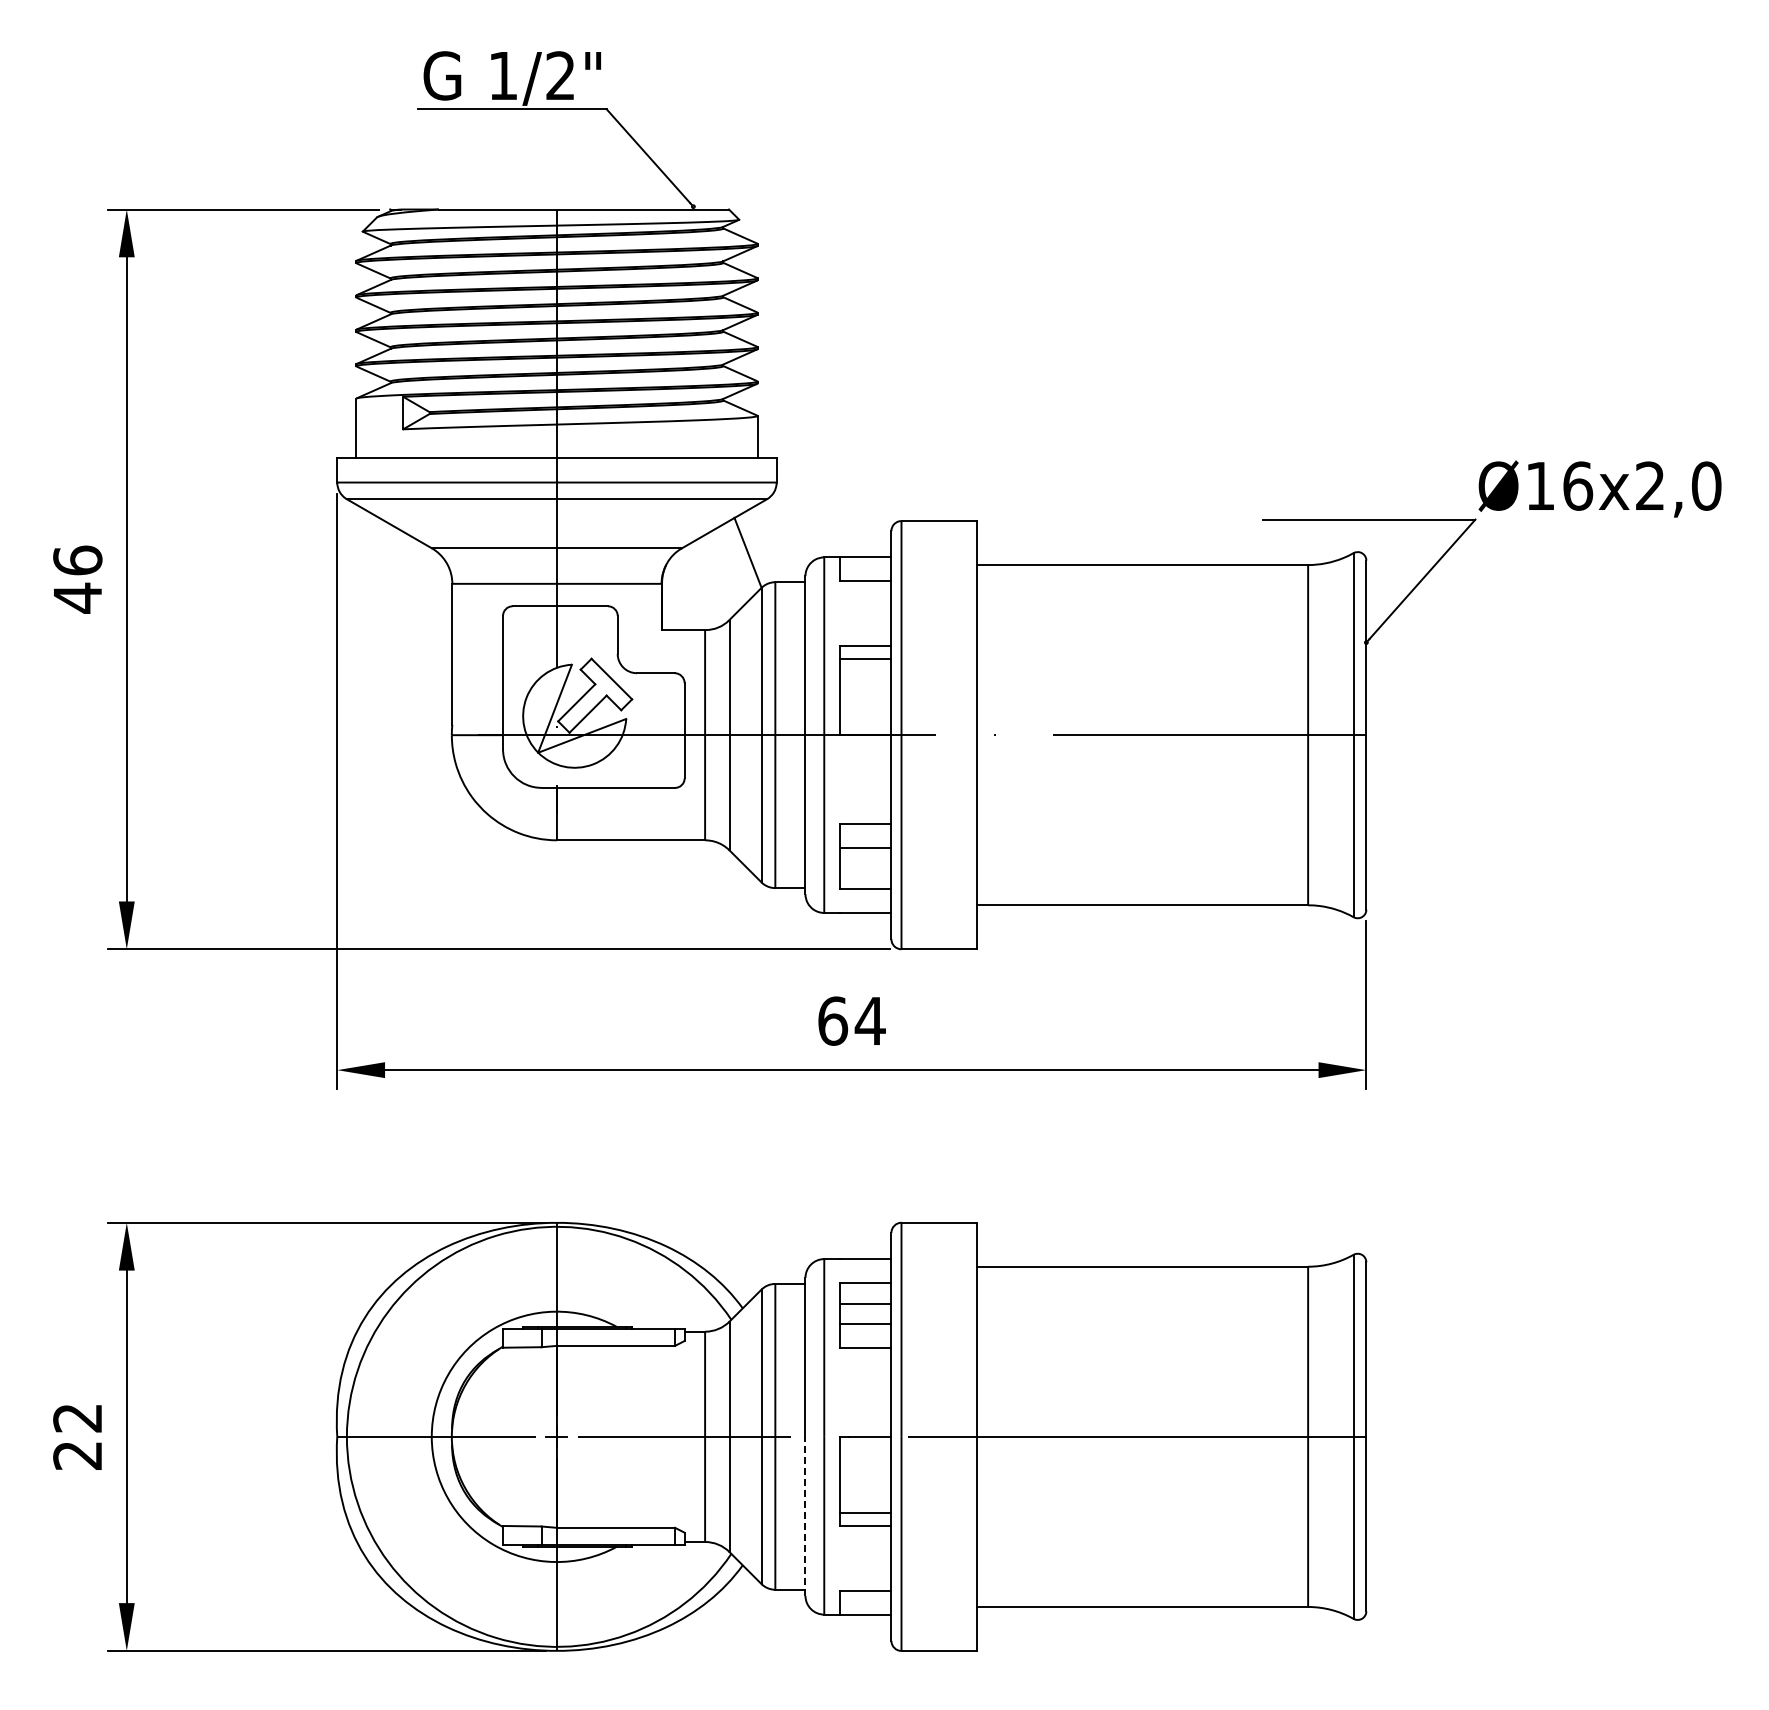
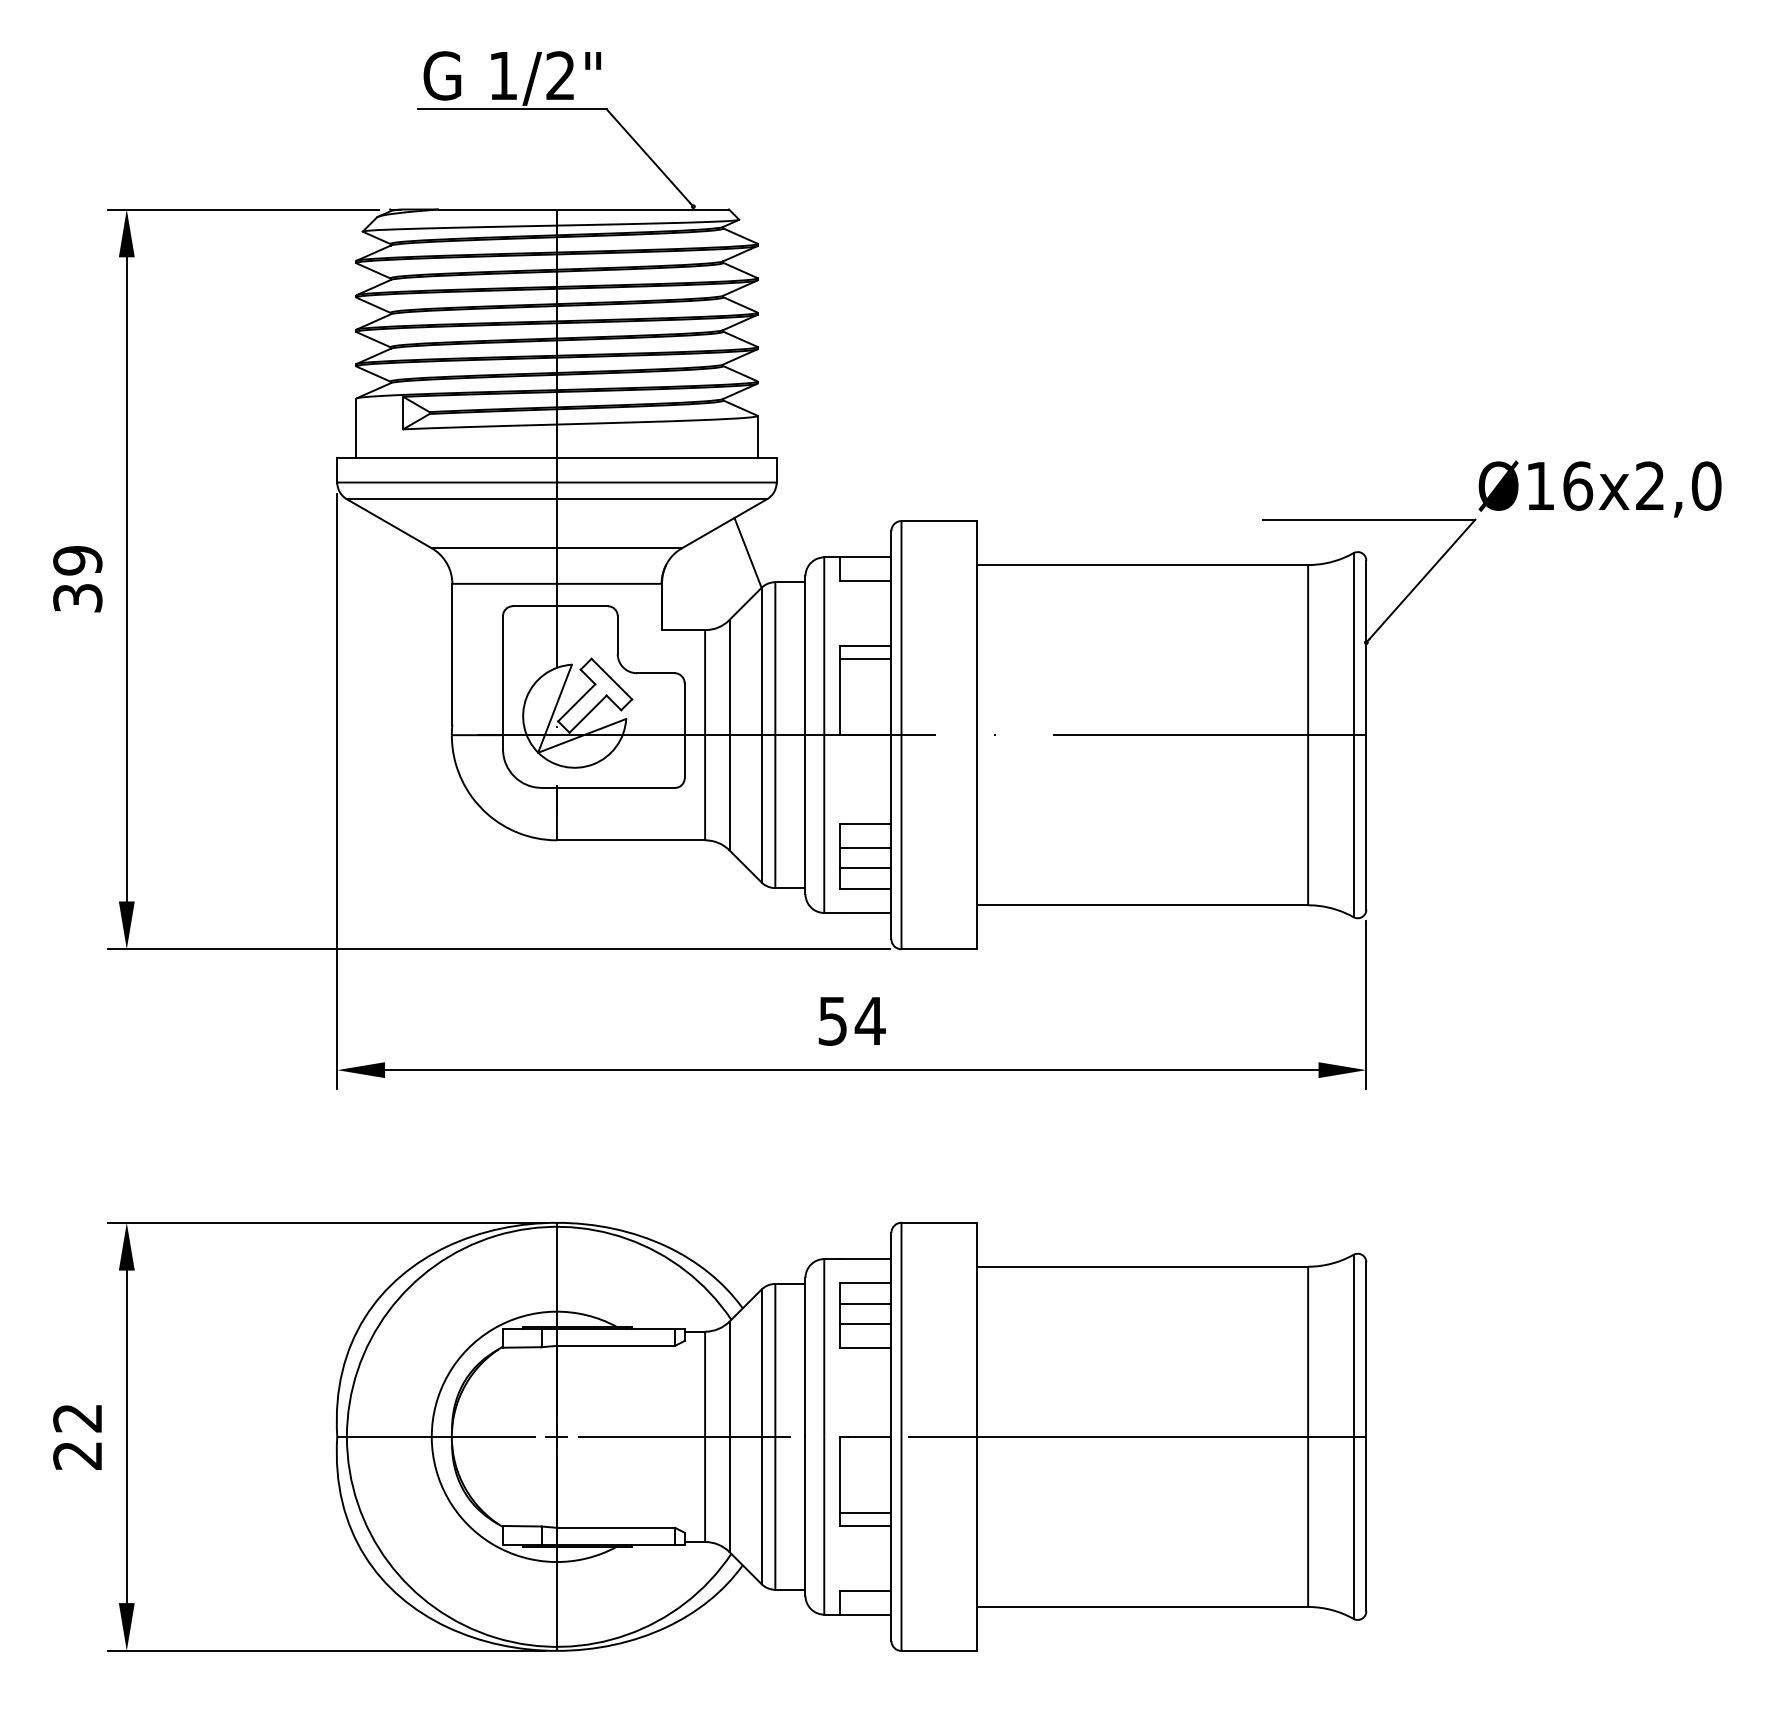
text at (77, 579): 46 -> 39
line at (865, 867): none -> present
text at (833, 1020): 64 -> 54
line at (805, 1515): dashed -> solid
